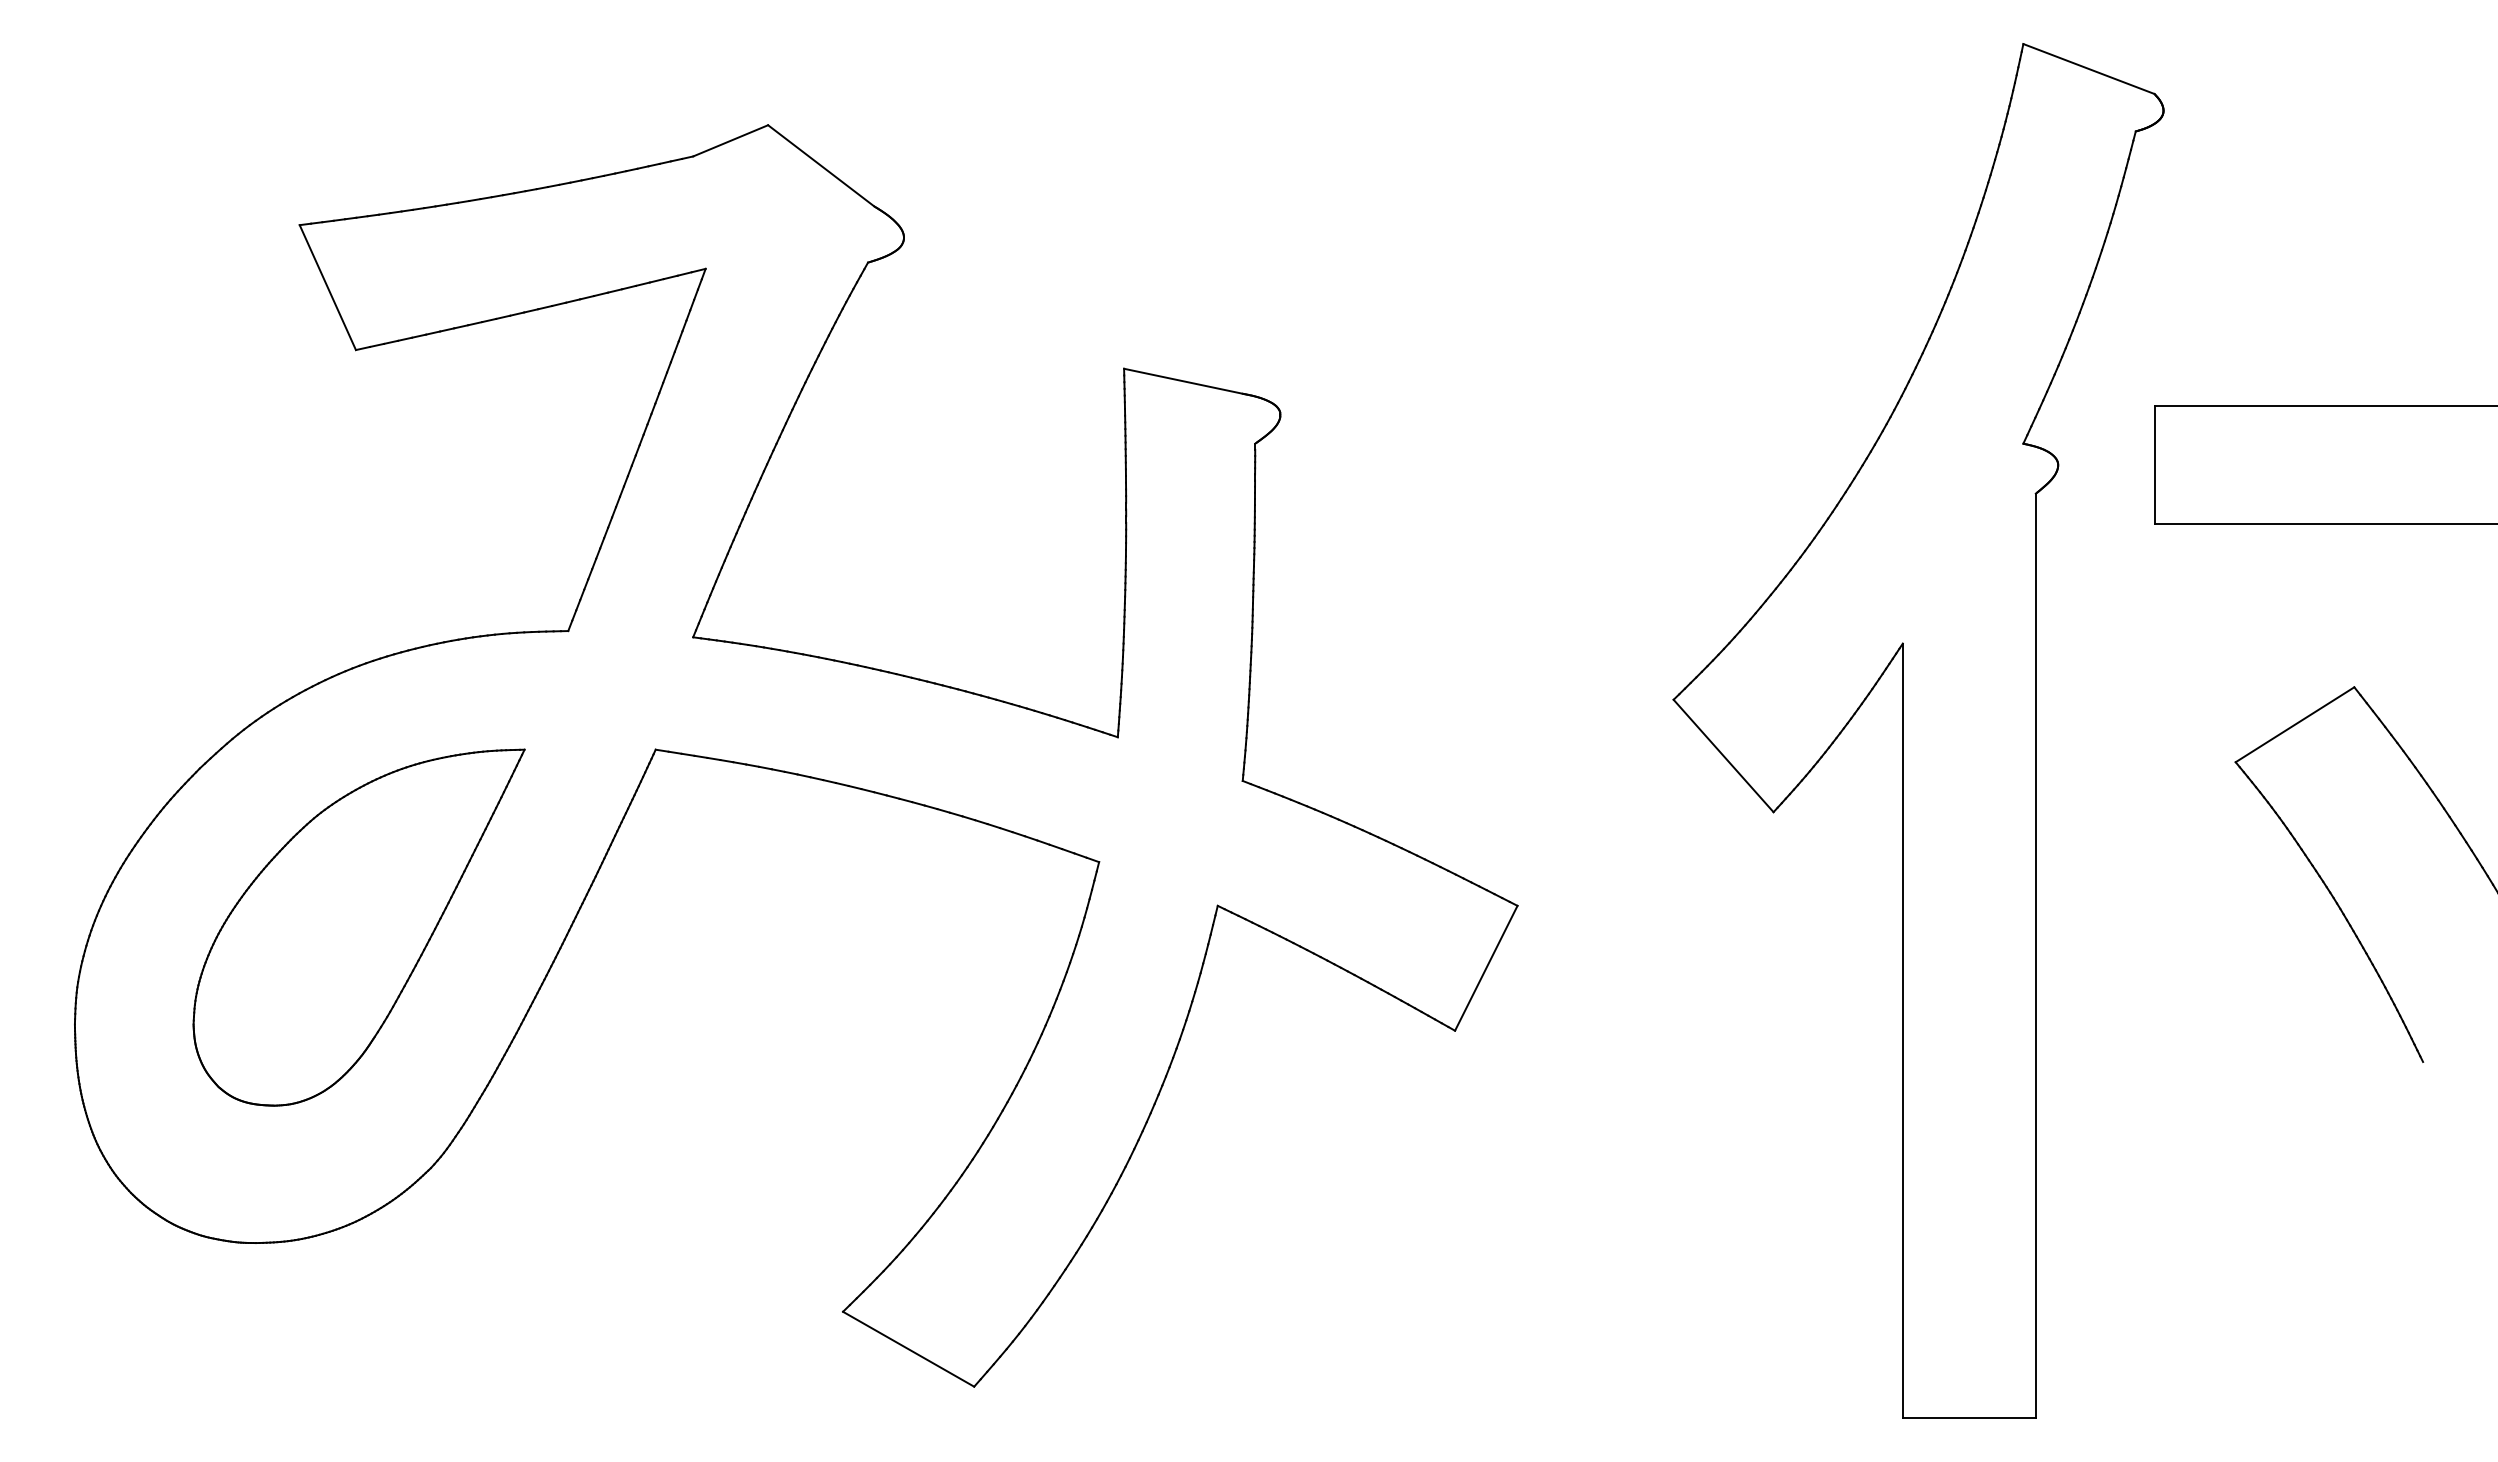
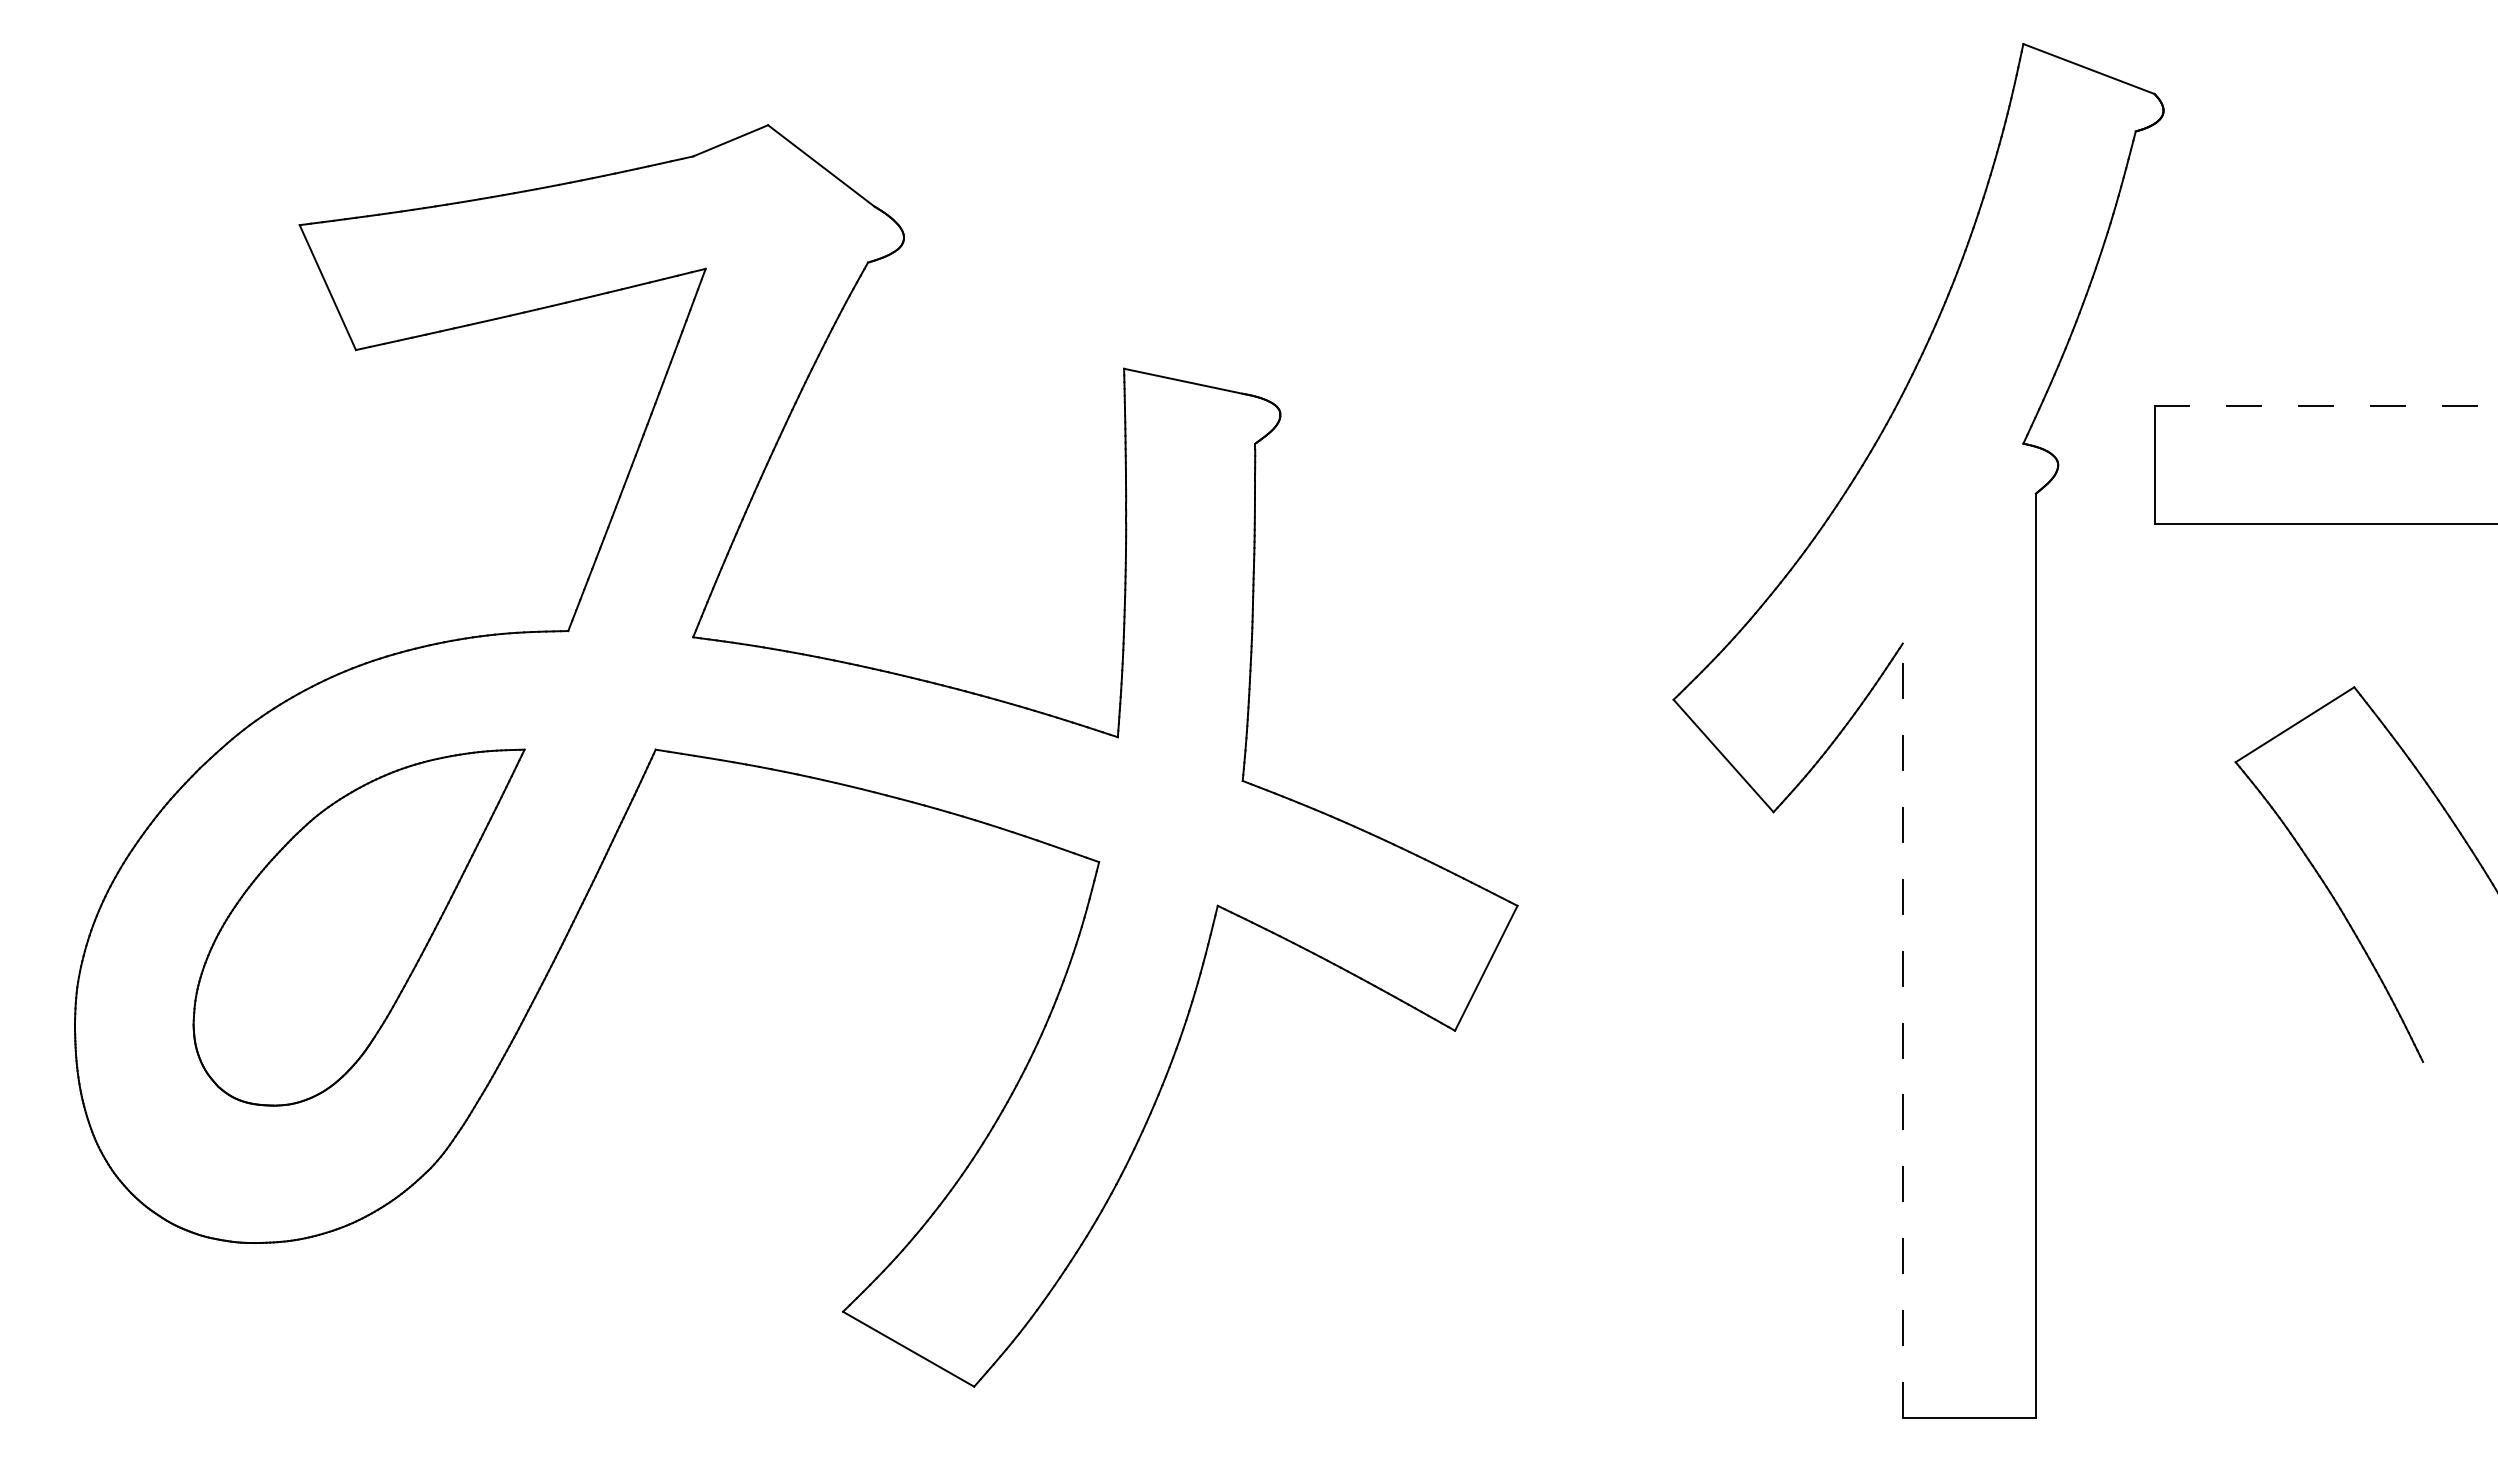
line at (2326, 406): solid -> dashed
line at (1902, 1030): solid -> dashed
